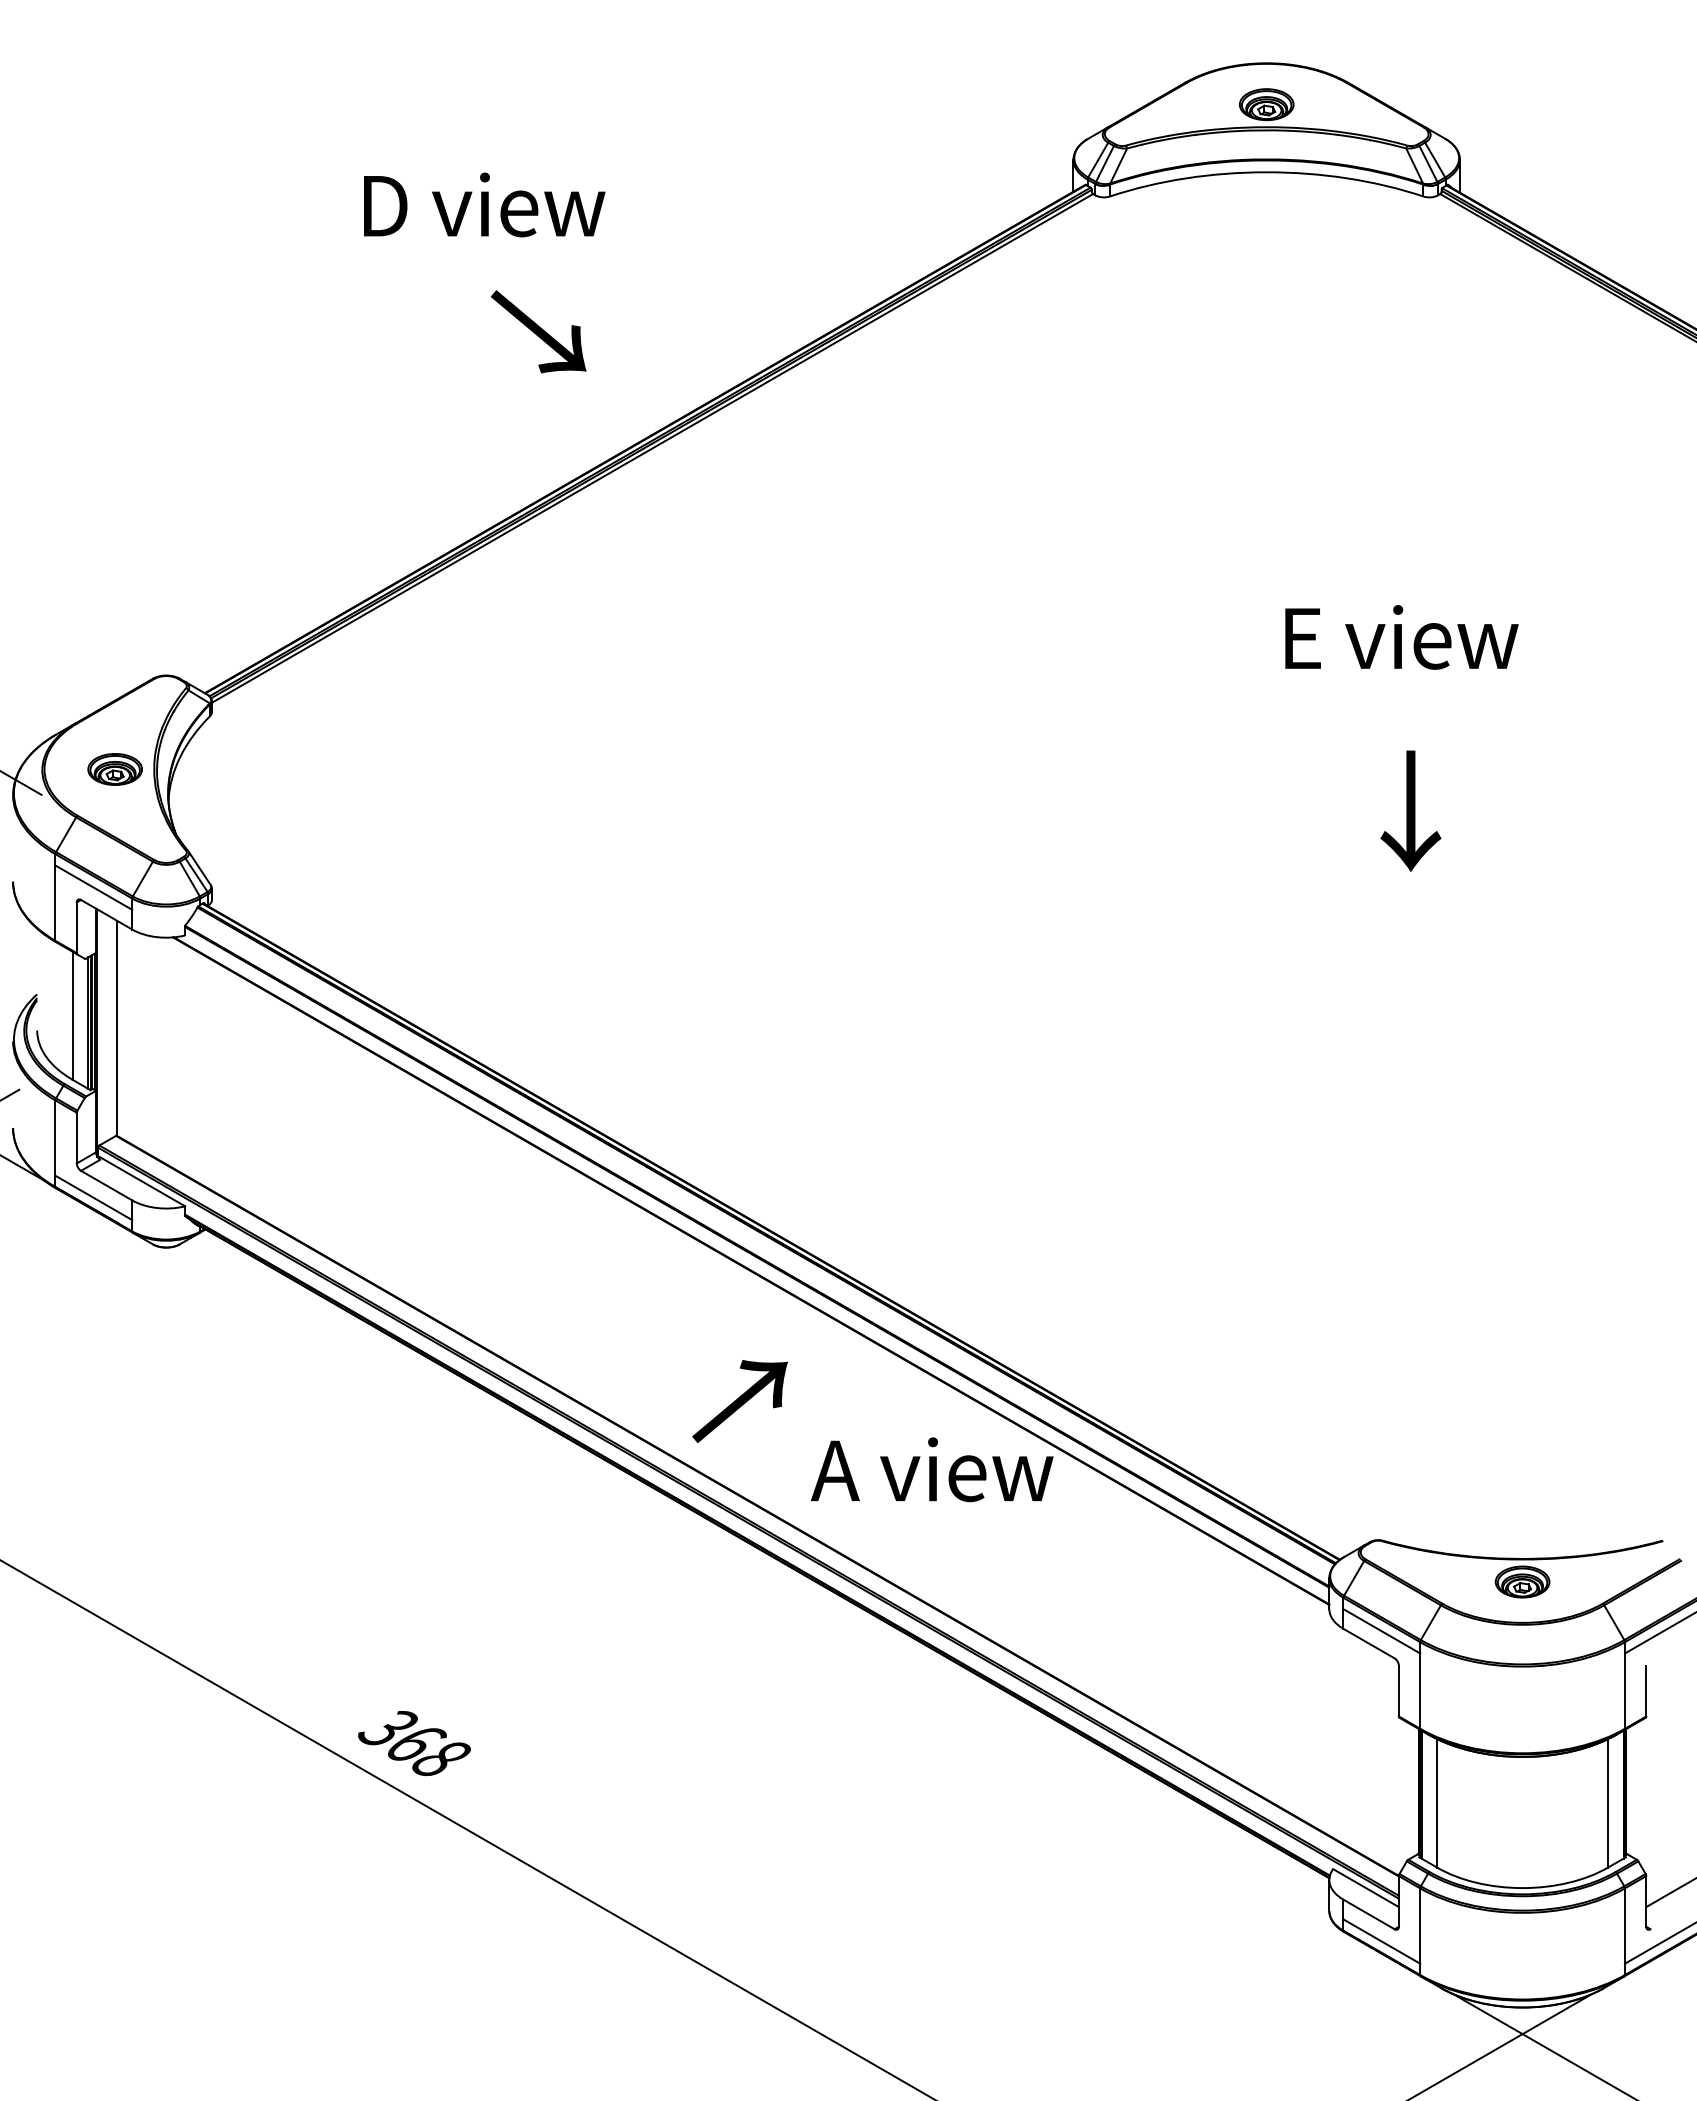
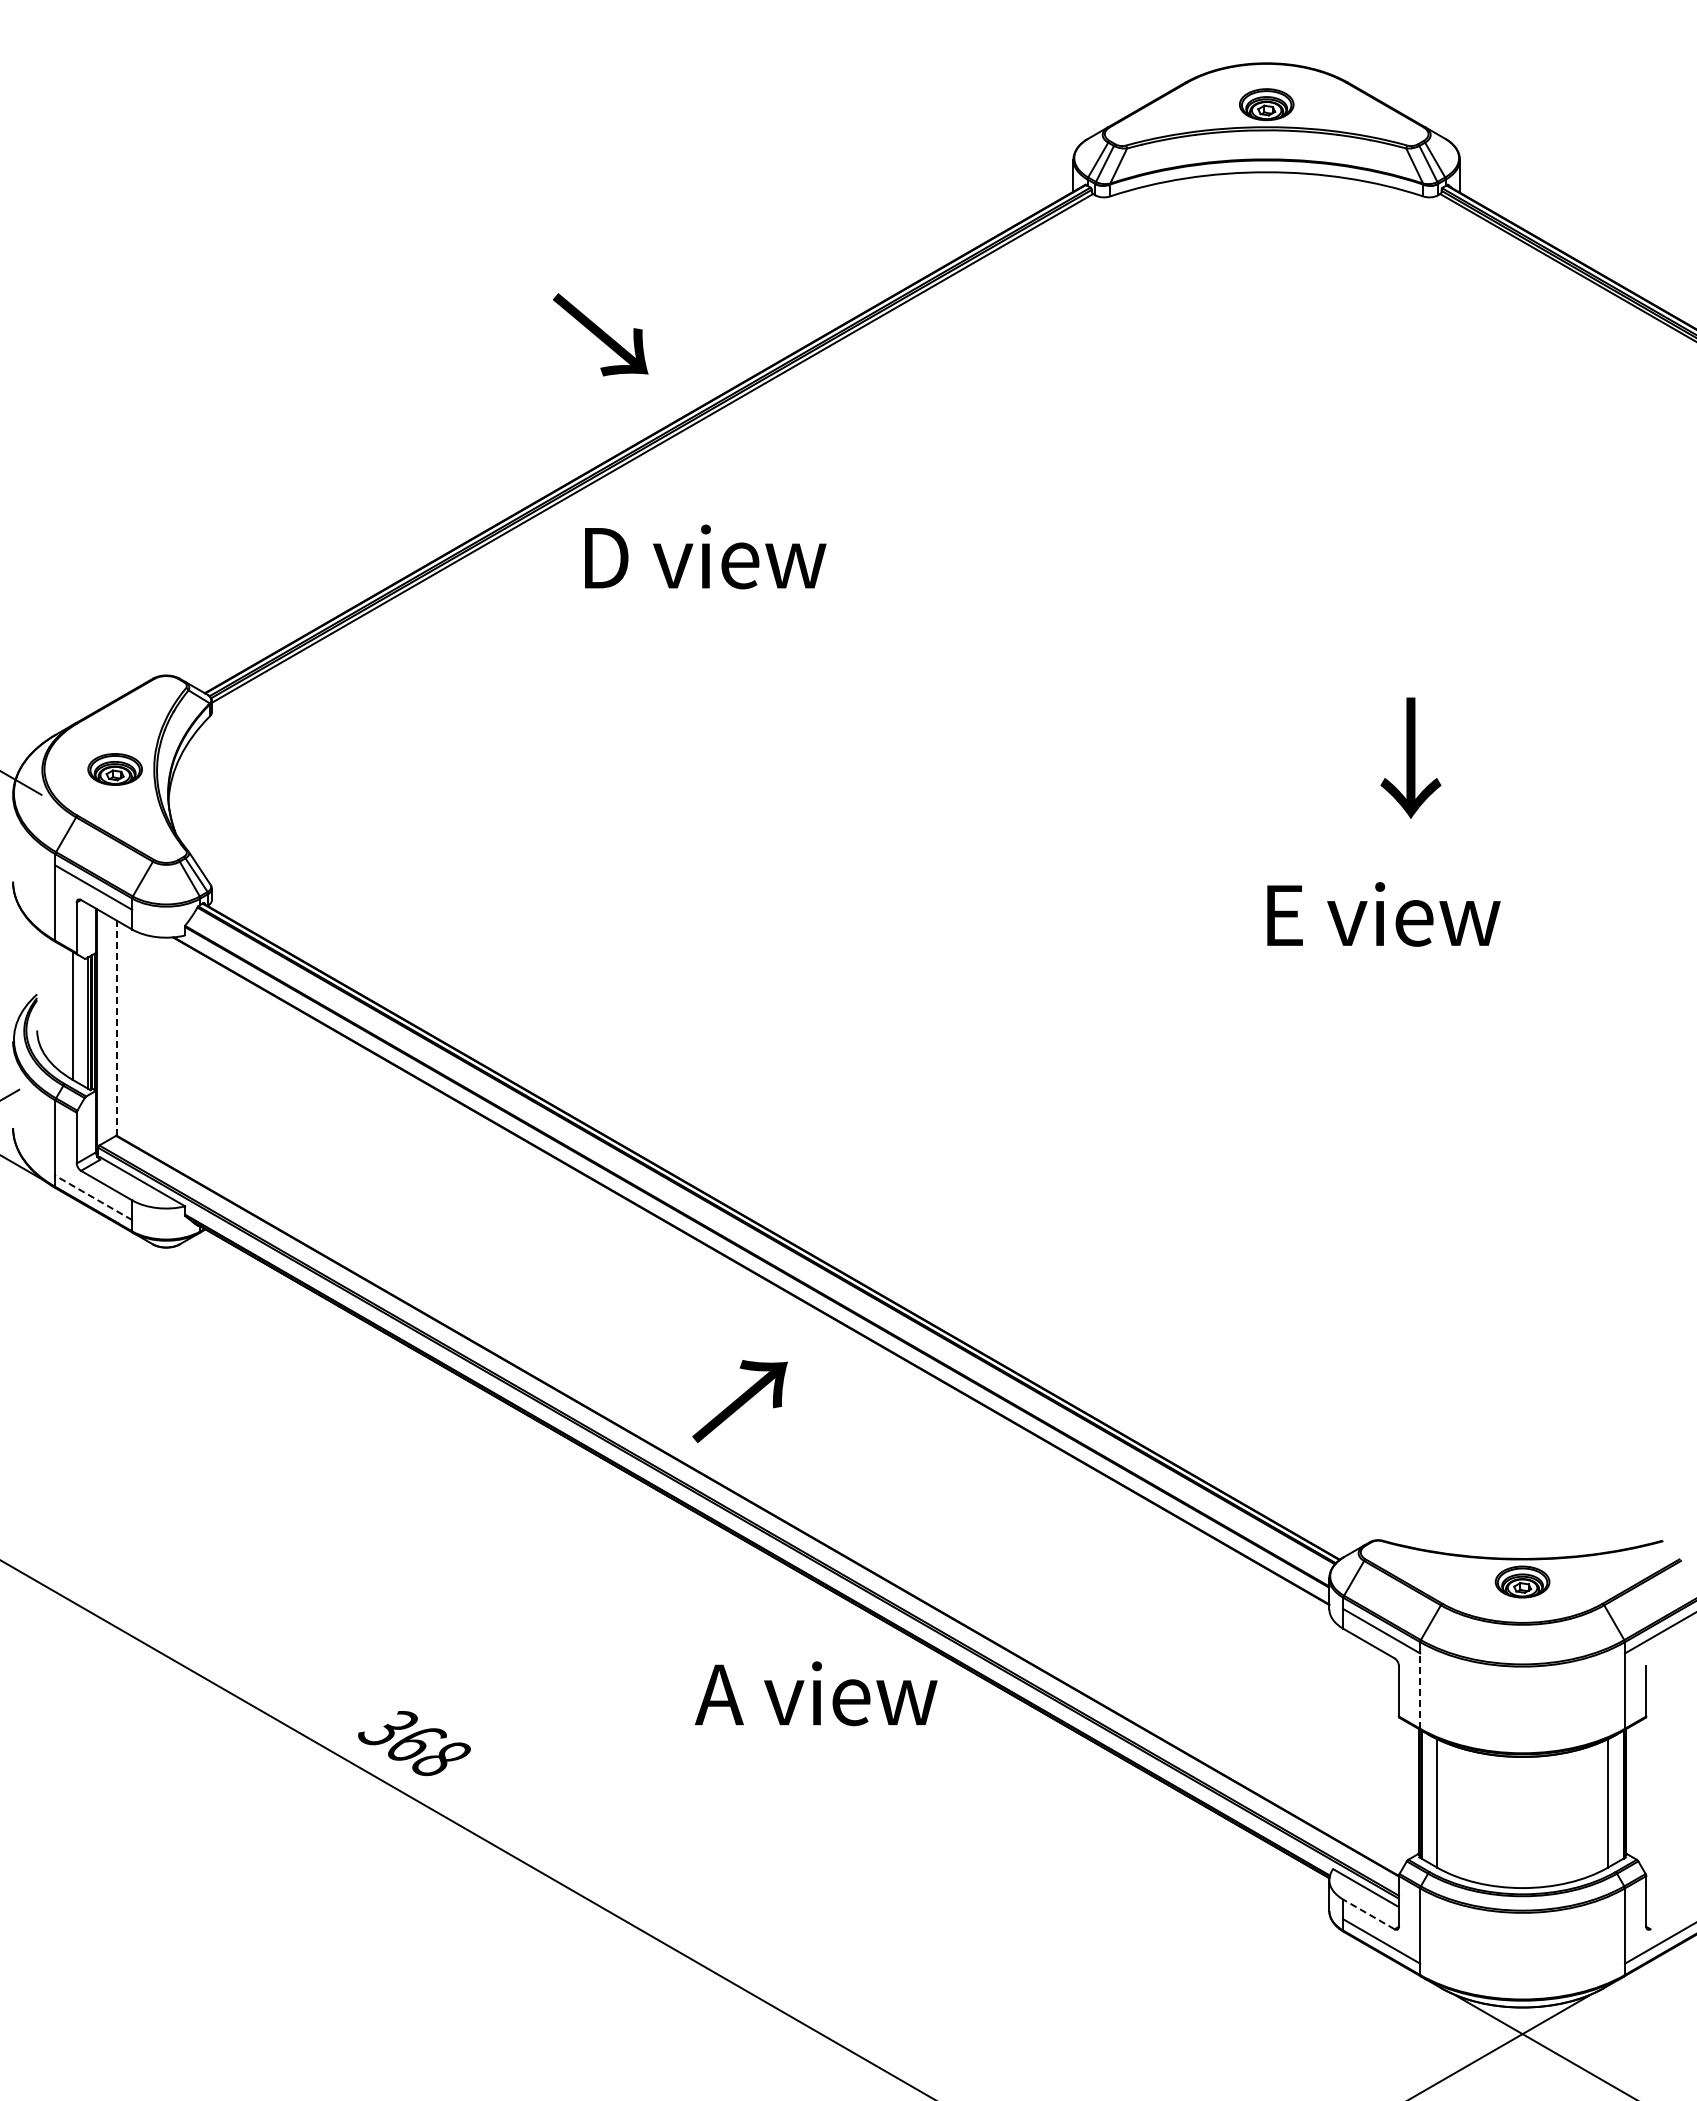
text at (484, 204) position: (484, 204) -> (705, 556)
text at (538, 331) position: (538, 331) -> (600, 334)
text at (1401, 637) position: (1401, 637) -> (1383, 914)
text at (1410, 810) position: (1410, 810) -> (1410, 757)
line at (117, 1028): solid -> dashed
line at (93, 1197): solid -> dashed
text at (932, 1469) position: (932, 1469) -> (816, 1693)
line at (1420, 1691): solid -> dashed
line at (1669, 1893): present -> none
line at (1369, 1914): solid -> dashed
